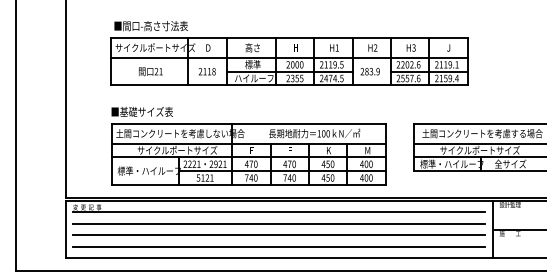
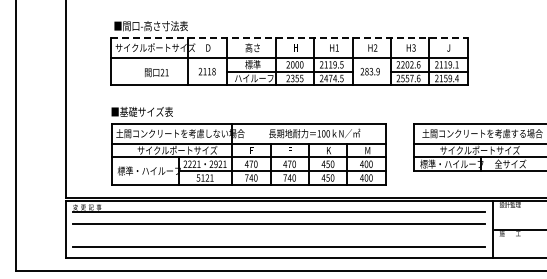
line at (290, 38): solid -> dashed
text at (150, 71) position: (150, 71) -> (156, 72)
line at (278, 235): present -> none
